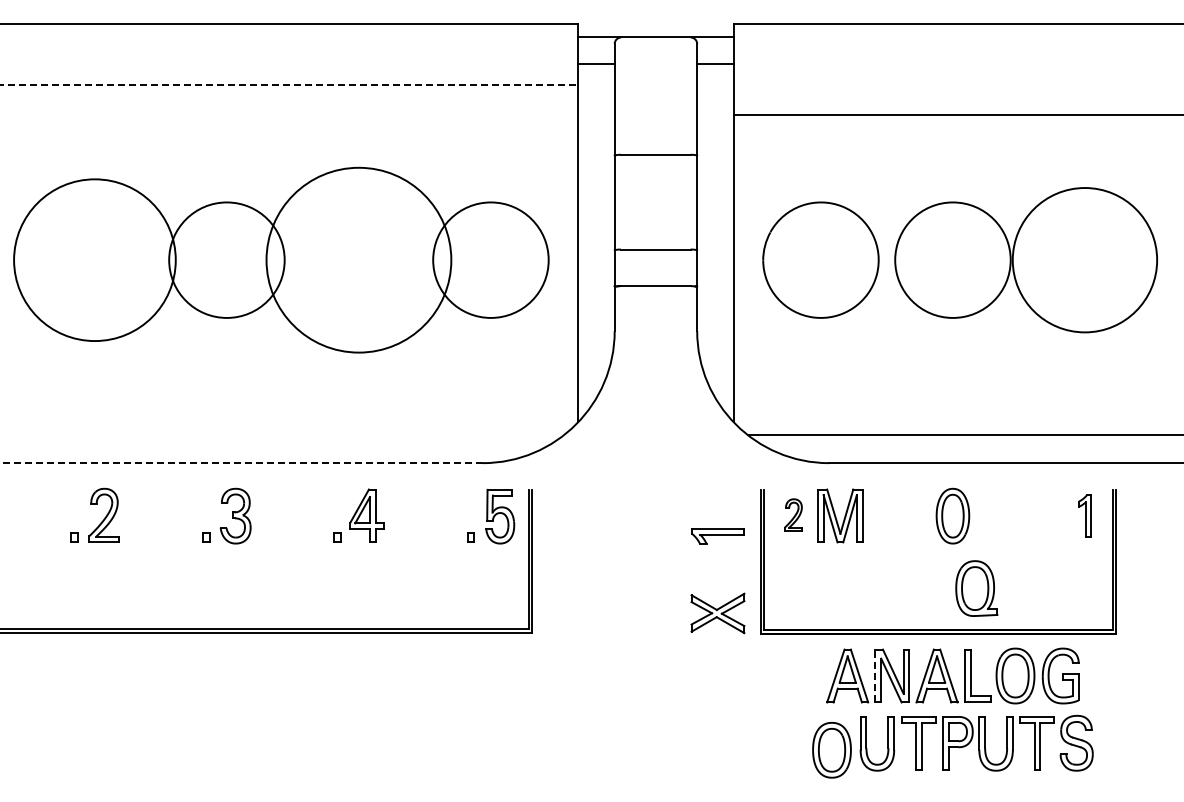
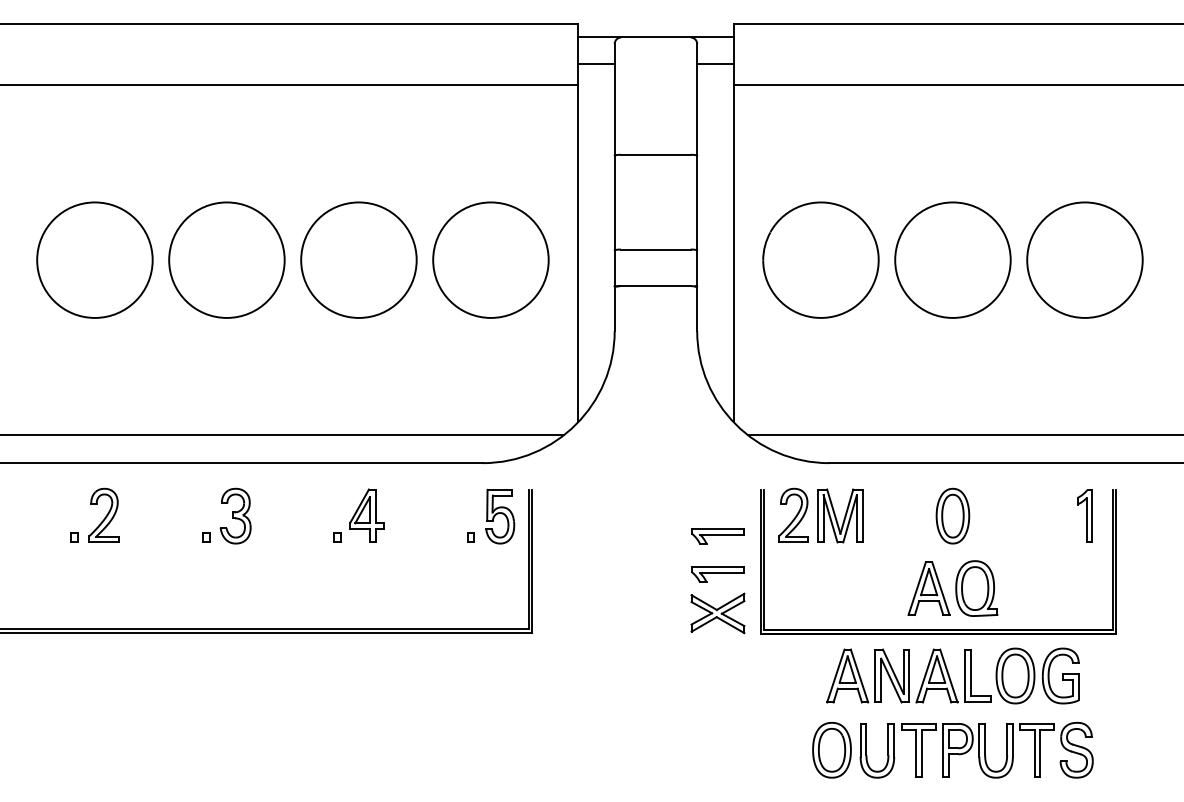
line at (289, 85): dashed -> solid
line at (956, 115) position: (956, 115) -> (956, 85)
circle at (358, 259) diameter: 185 px -> 116 px
circle at (94, 260) diameter: 162 px -> 116 px
circle at (1084, 260) diameter: 144 px -> 116 px
line at (282, 435): none -> present
line at (241, 463): dashed -> solid
part at (793, 514) size: 19x34 px -> 31x56 px
part at (1084, 515) size: 14x44 px -> 16x54 px
part at (717, 574): none -> present
part at (928, 588): none -> present
line at (875, 675): dashed -> solid
part at (976, 742) position: (976, 742) -> (976, 749)
